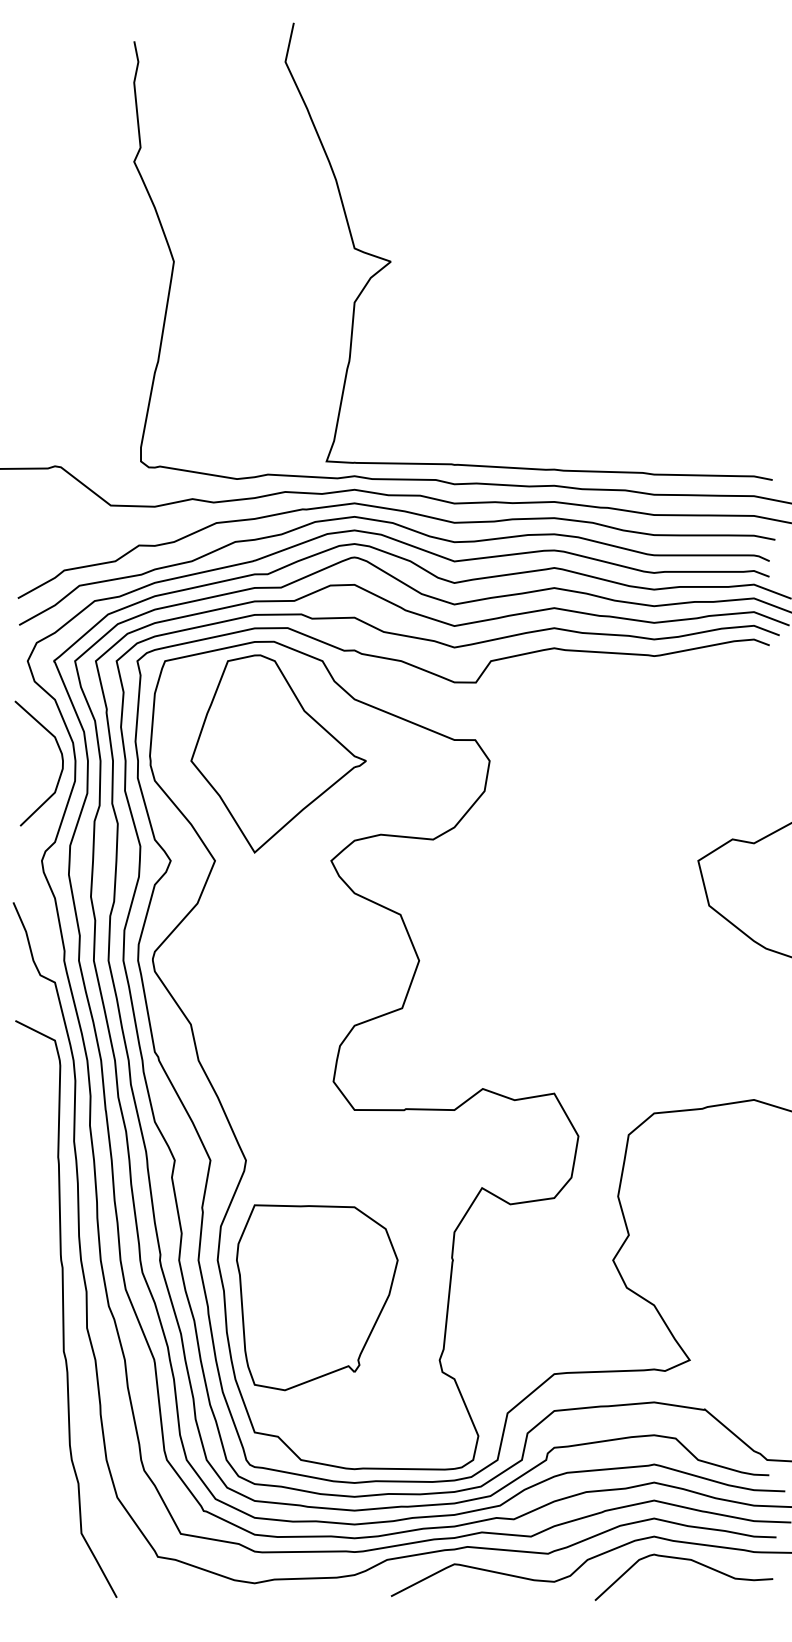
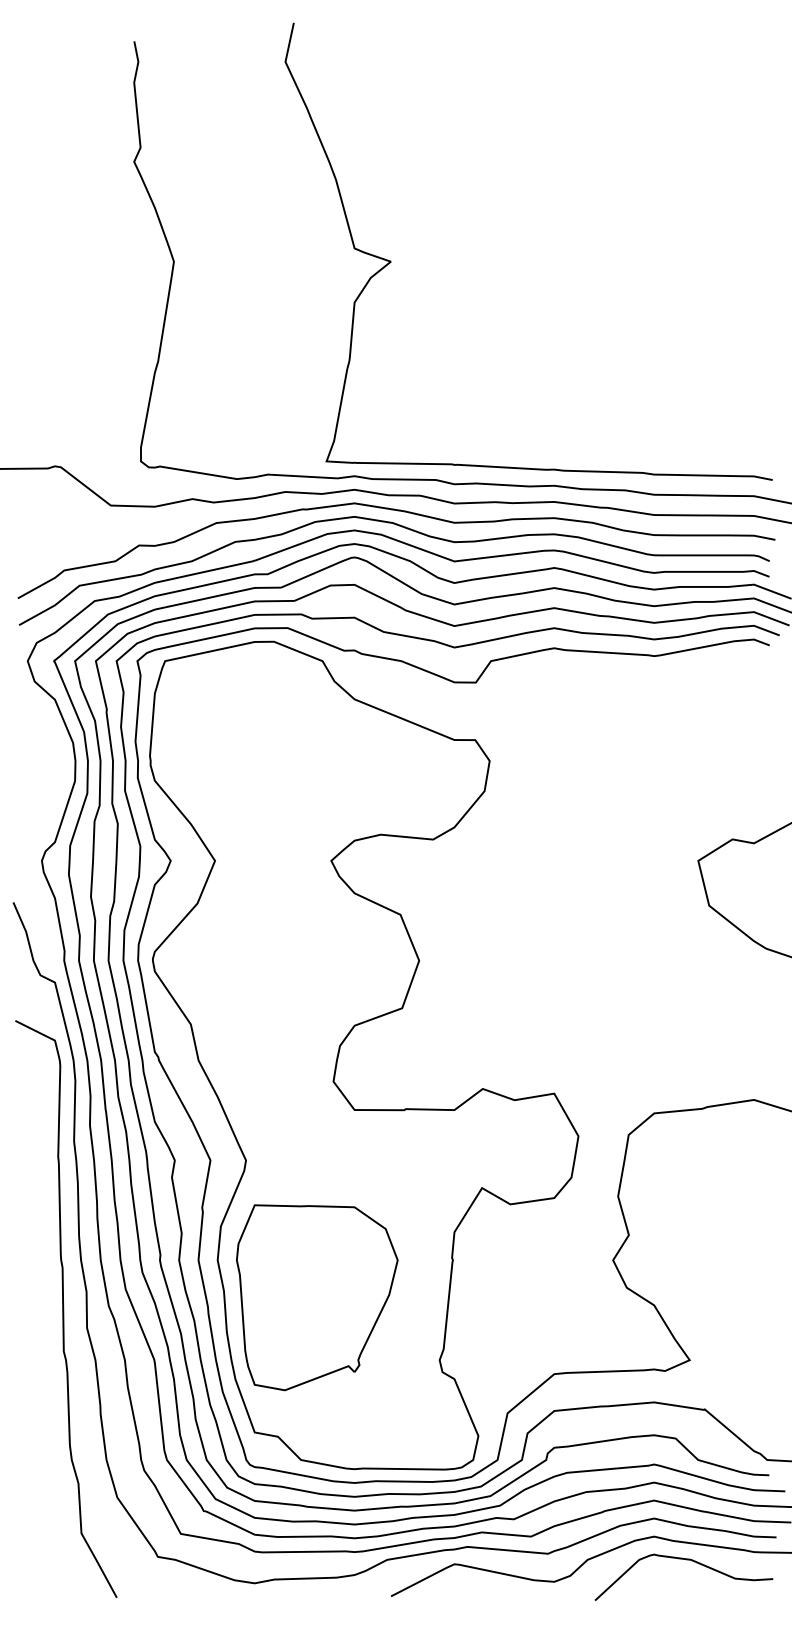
part at (278, 753): present -> none
curve at (61, 759): present -> none
